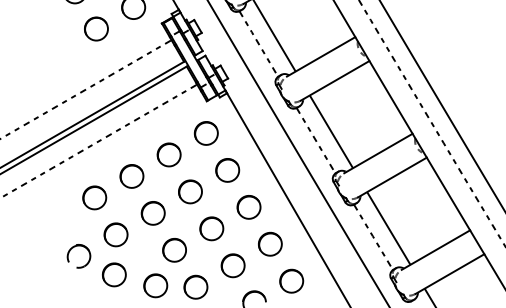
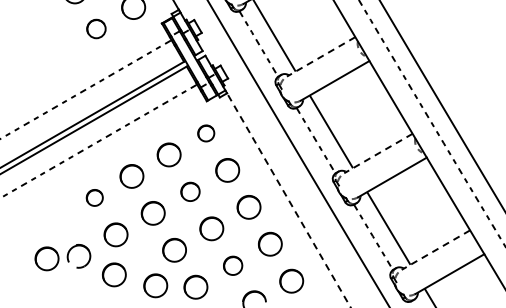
circle at (96, 28) size: 25x26 px -> 21x22 px
line at (320, 57): solid -> dashed
part at (205, 133) size: 26x25 px -> 19x19 px
line at (377, 153): solid -> dashed
part at (190, 191) size: 25x26 px -> 21x21 px
part at (94, 197) size: 26x26 px -> 19x18 px
line at (287, 198): solid -> dashed
line at (435, 250): solid -> dashed
part at (46, 258): none -> present
part at (232, 265) size: 26x26 px -> 21x21 px
